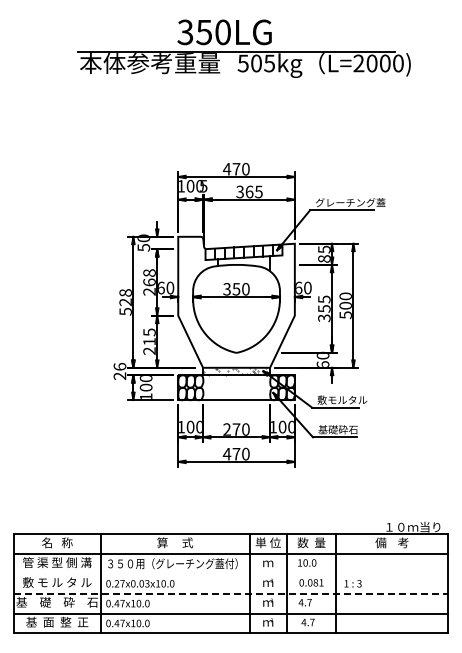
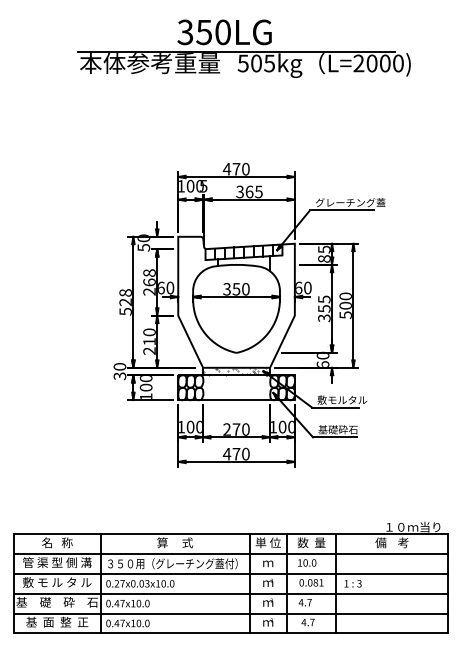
text at (149, 332): 215 -> 210
text at (119, 371): 26 -> 30
line at (230, 573): none -> present
line at (231, 593): dashed -> solid
